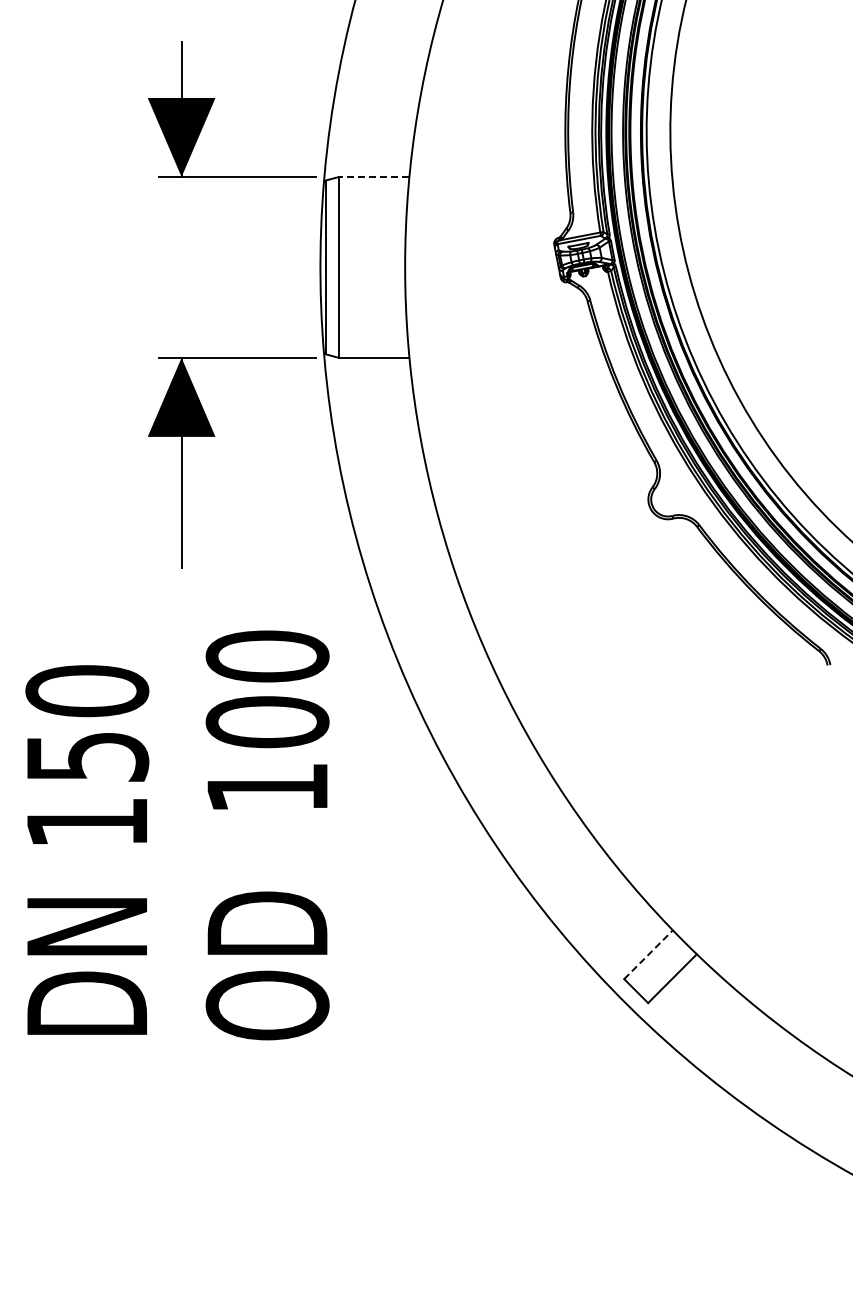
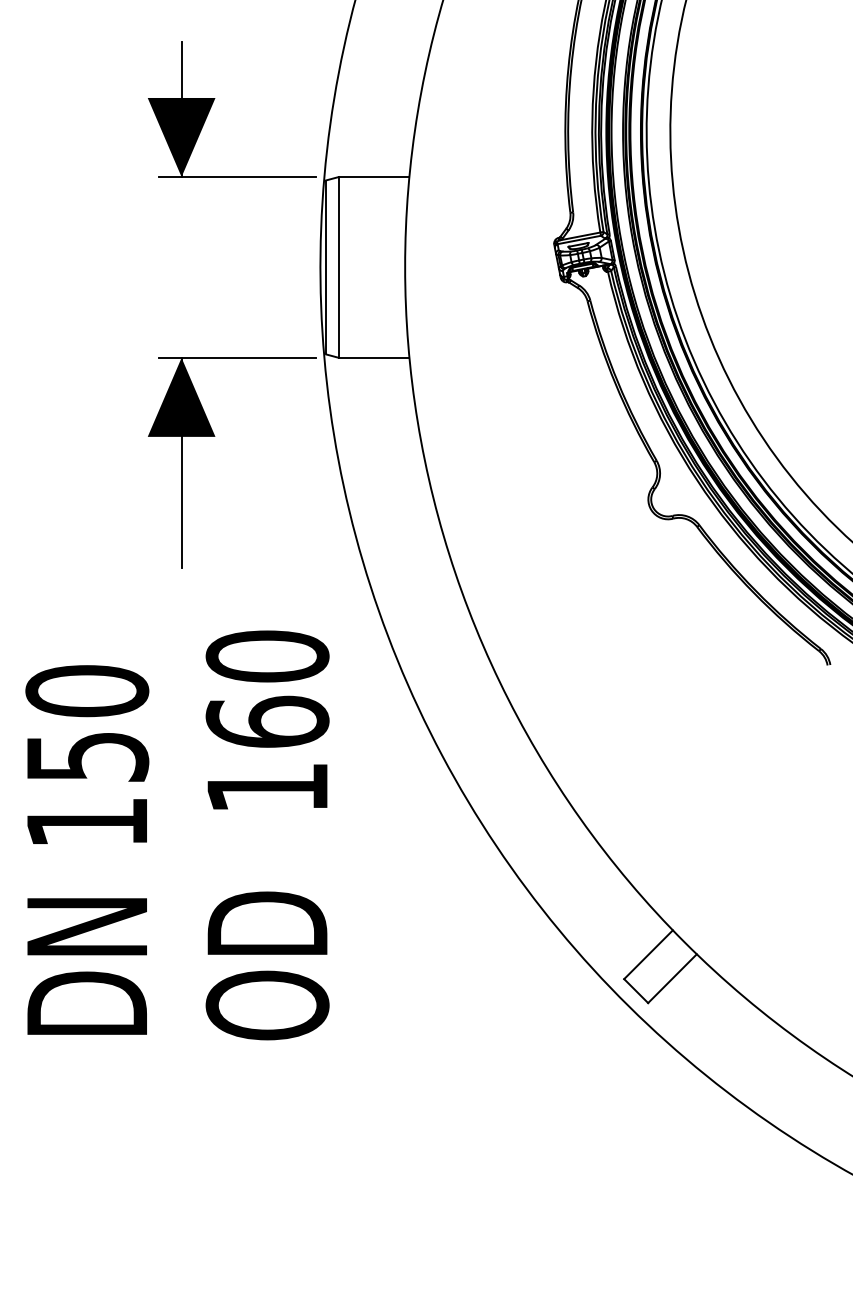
line at (373, 177): dashed -> solid
text at (267, 721): 100 -> 160
line at (648, 954): dashed -> solid
